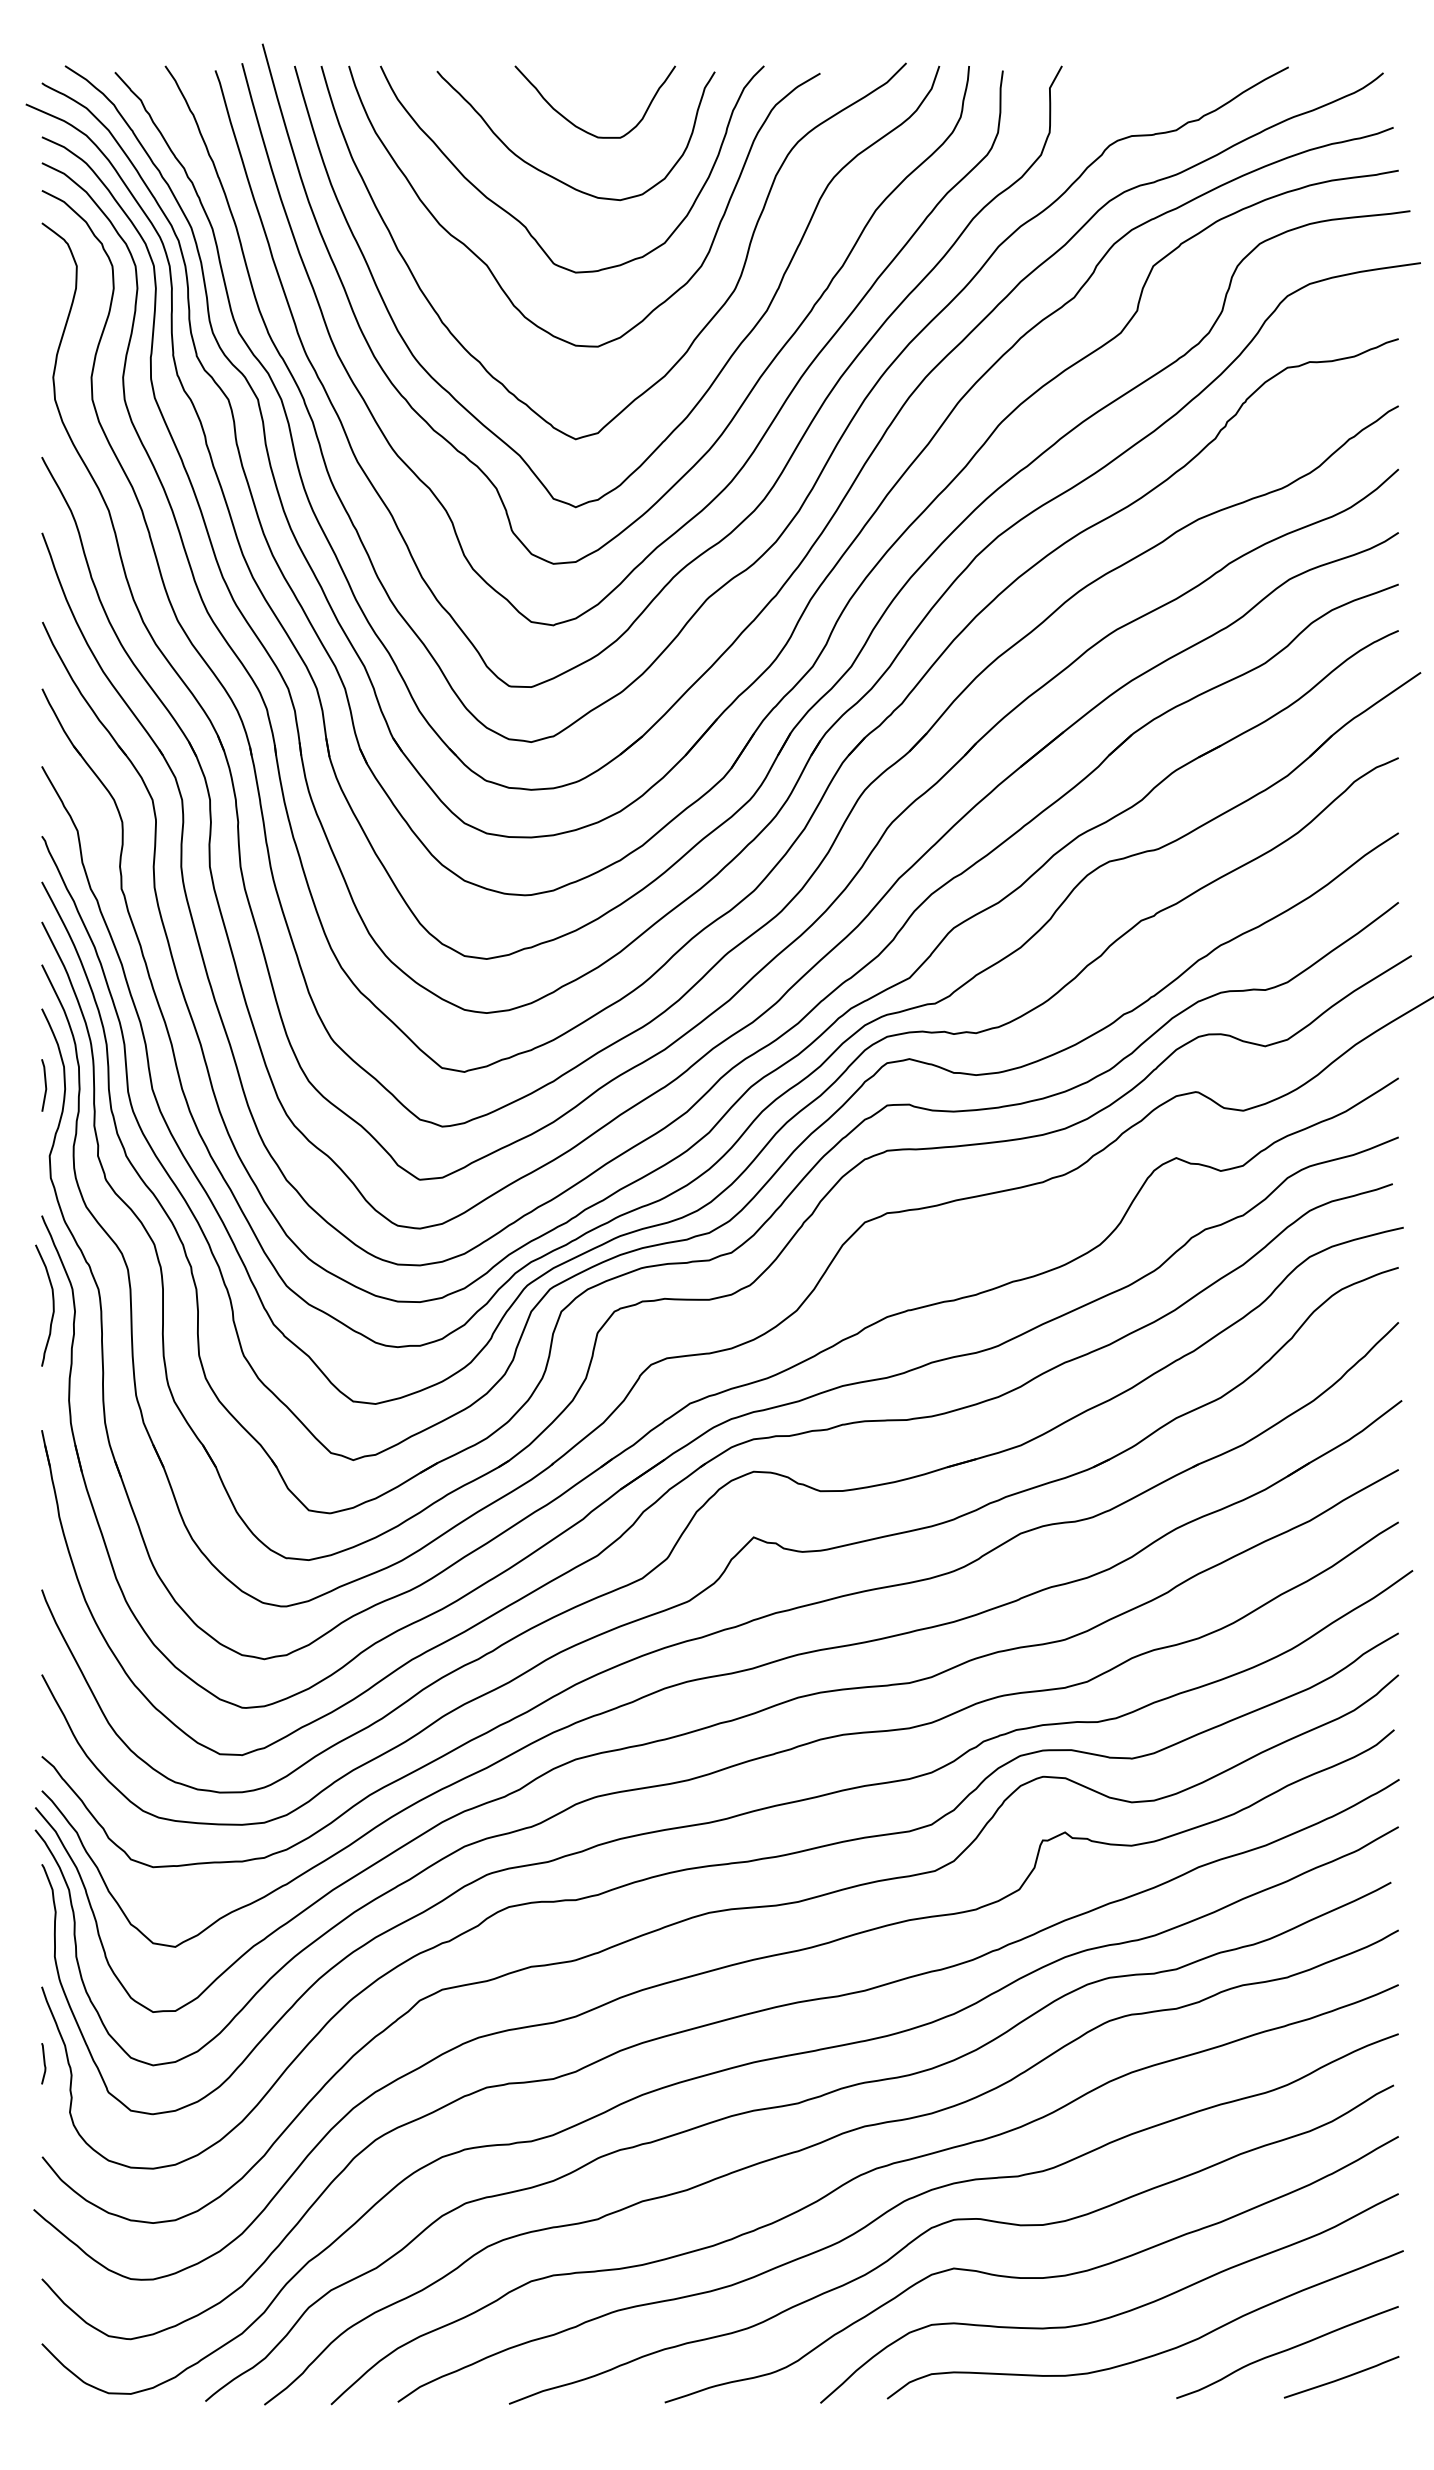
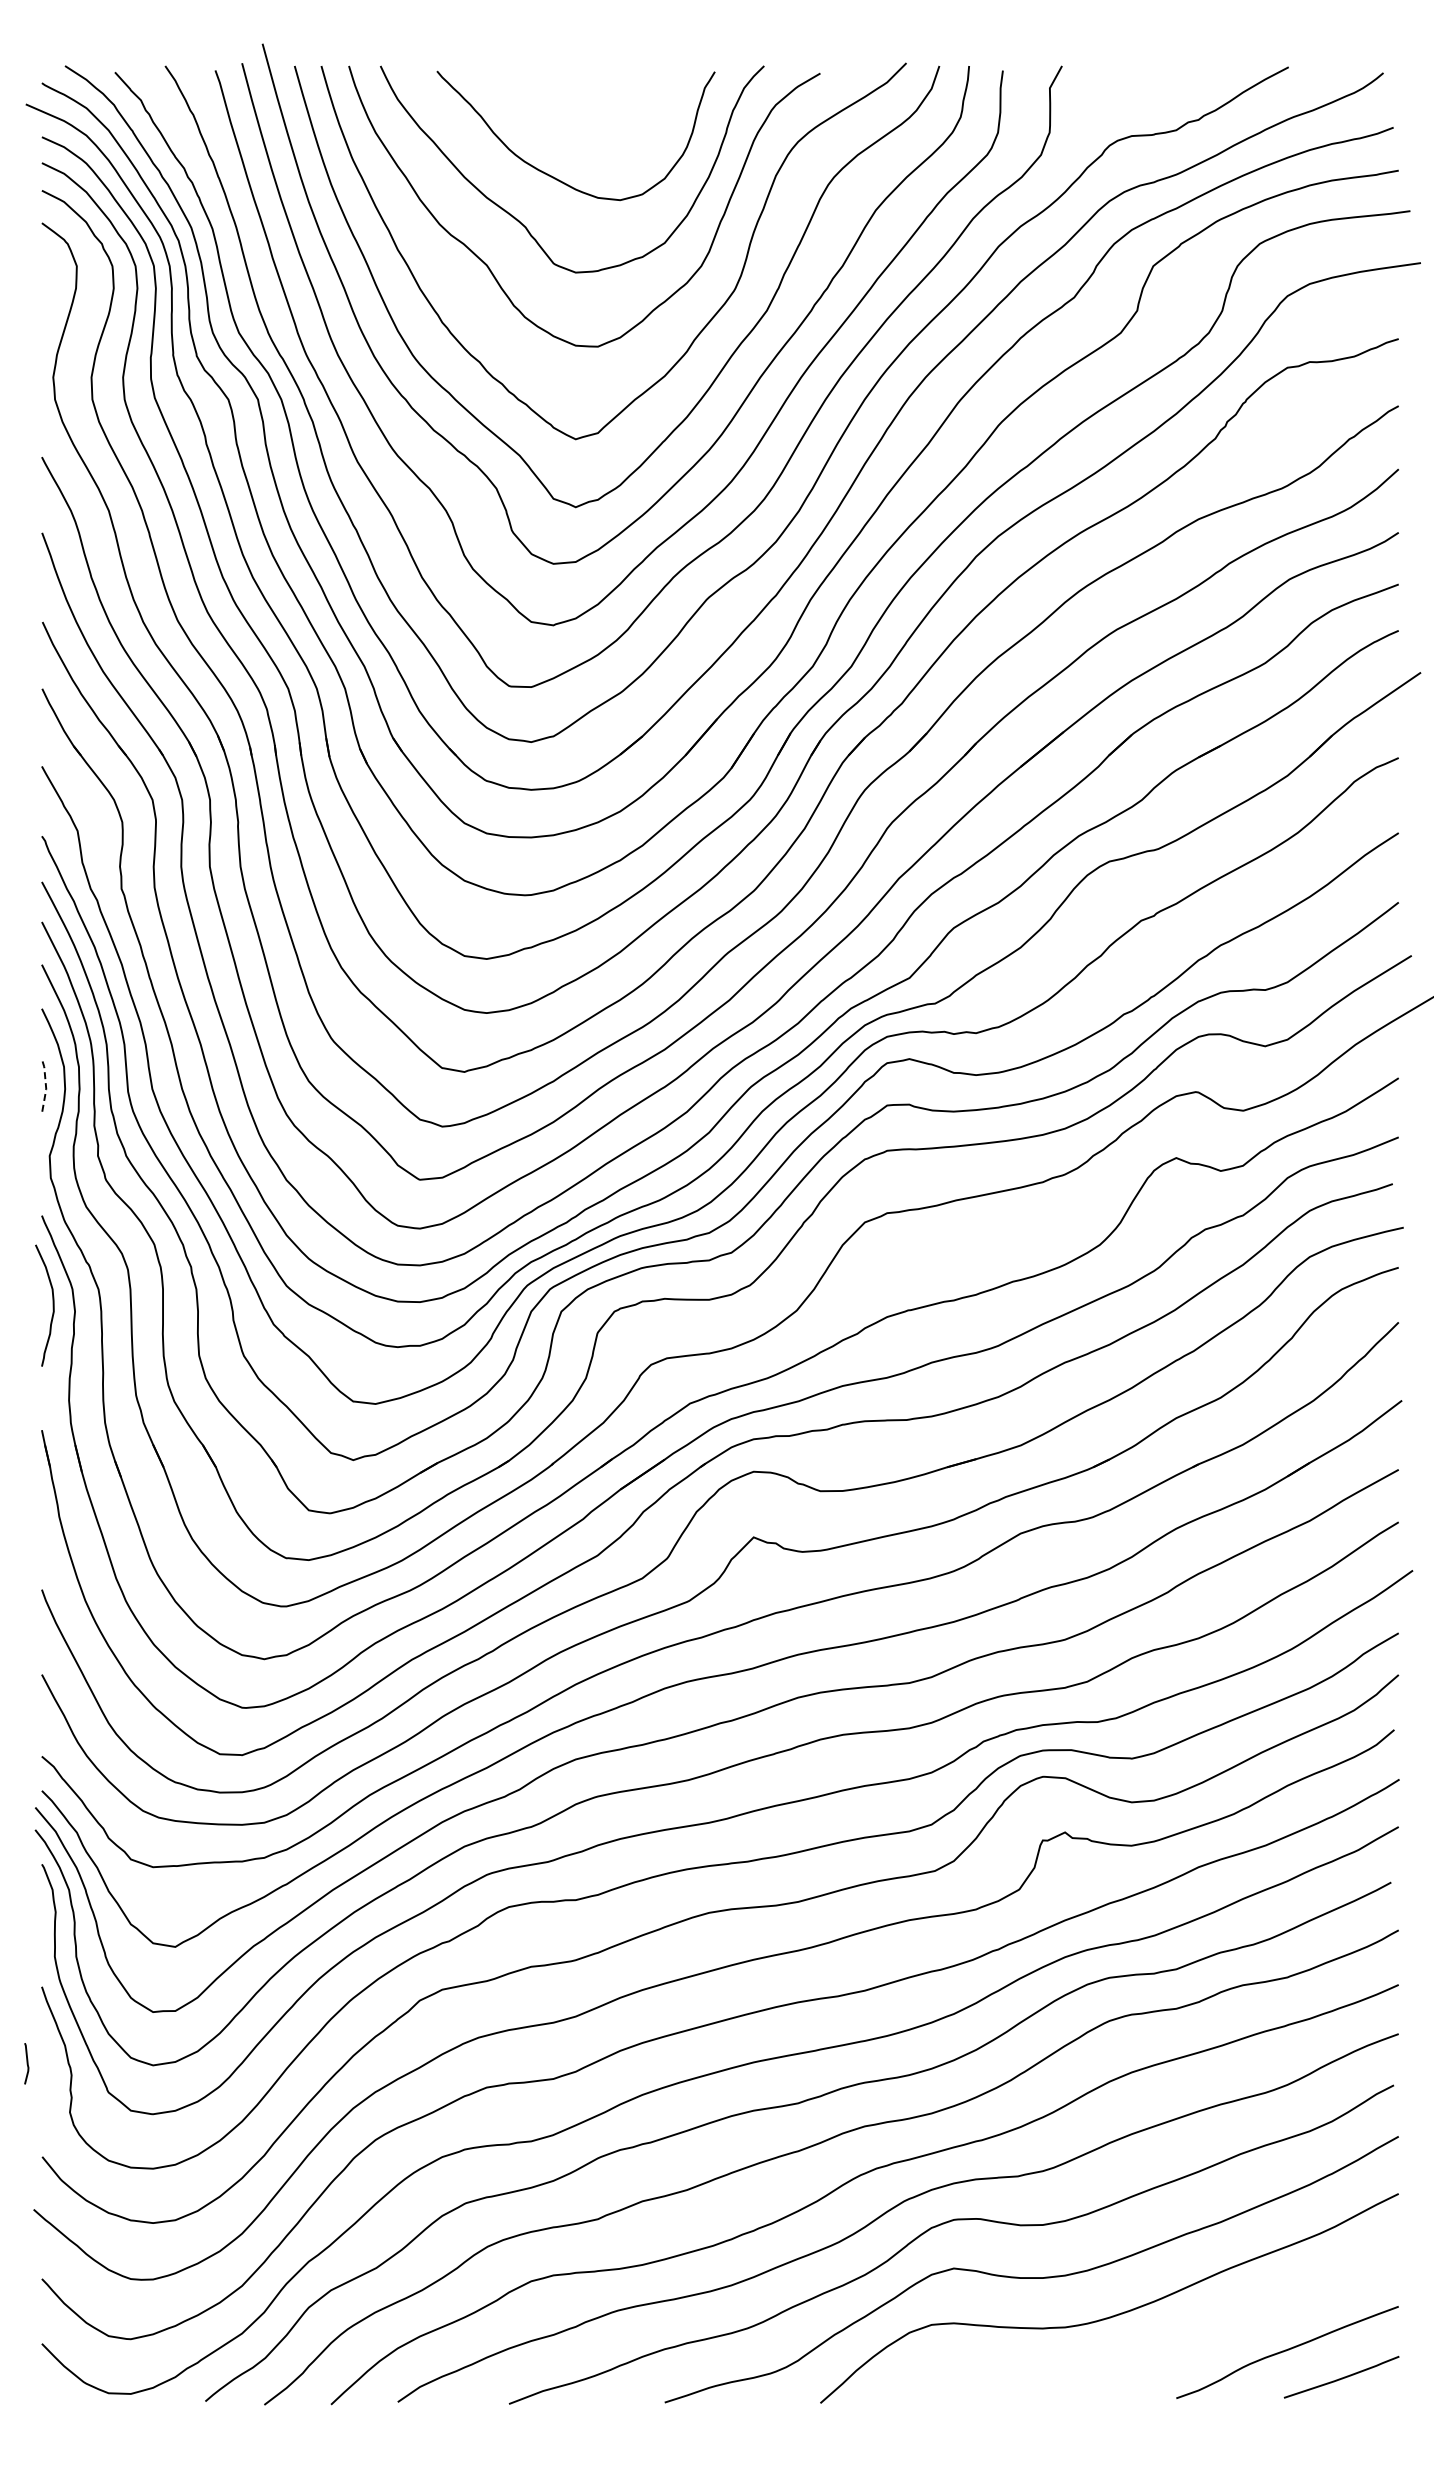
curve at (580, 127): present -> none
line at (45, 1084): solid -> dashed
curve at (43, 2063) position: (43, 2063) -> (26, 2063)
curve at (1153, 2354): present -> none
